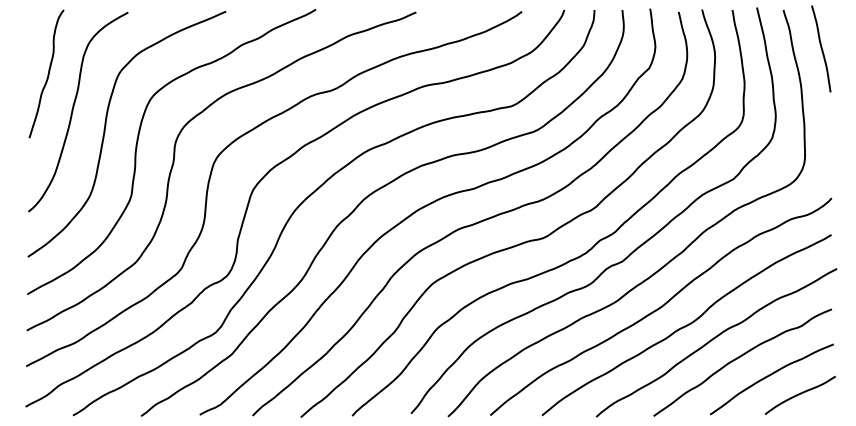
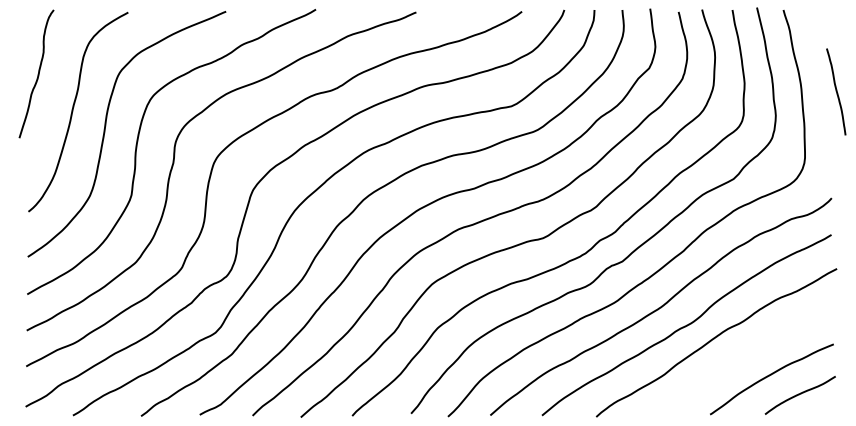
curve at (821, 48) position: (821, 48) -> (836, 91)
curve at (47, 74) position: (47, 74) -> (37, 74)
curve at (739, 358): present -> none
